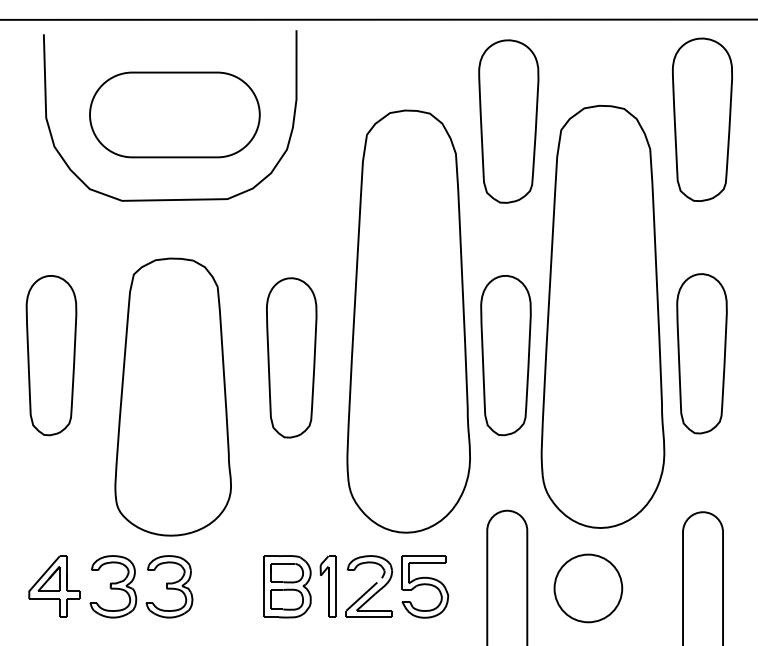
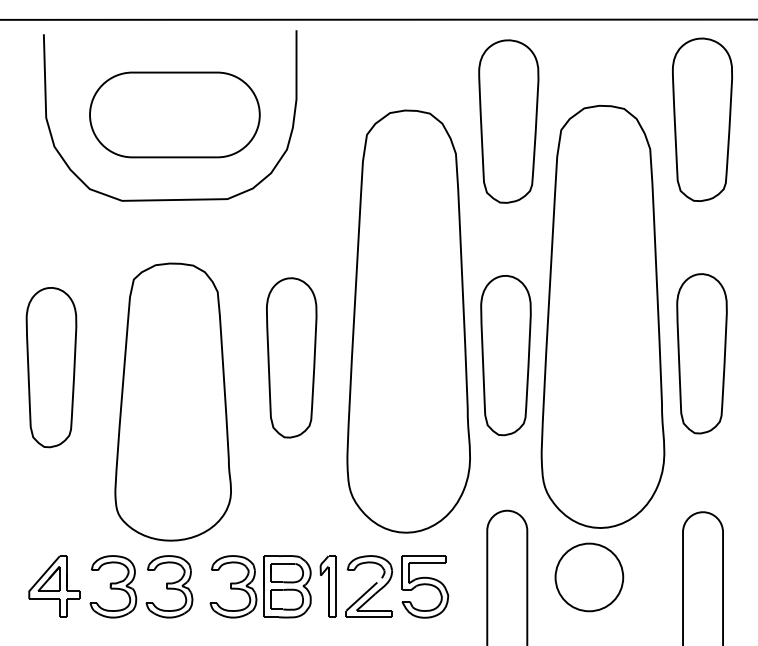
part at (51, 355) position: (51, 355) -> (51, 367)
part at (172, 396) position: (172, 396) -> (172, 401)
part at (233, 586): none -> present
part at (588, 588) position: (588, 588) -> (589, 577)
